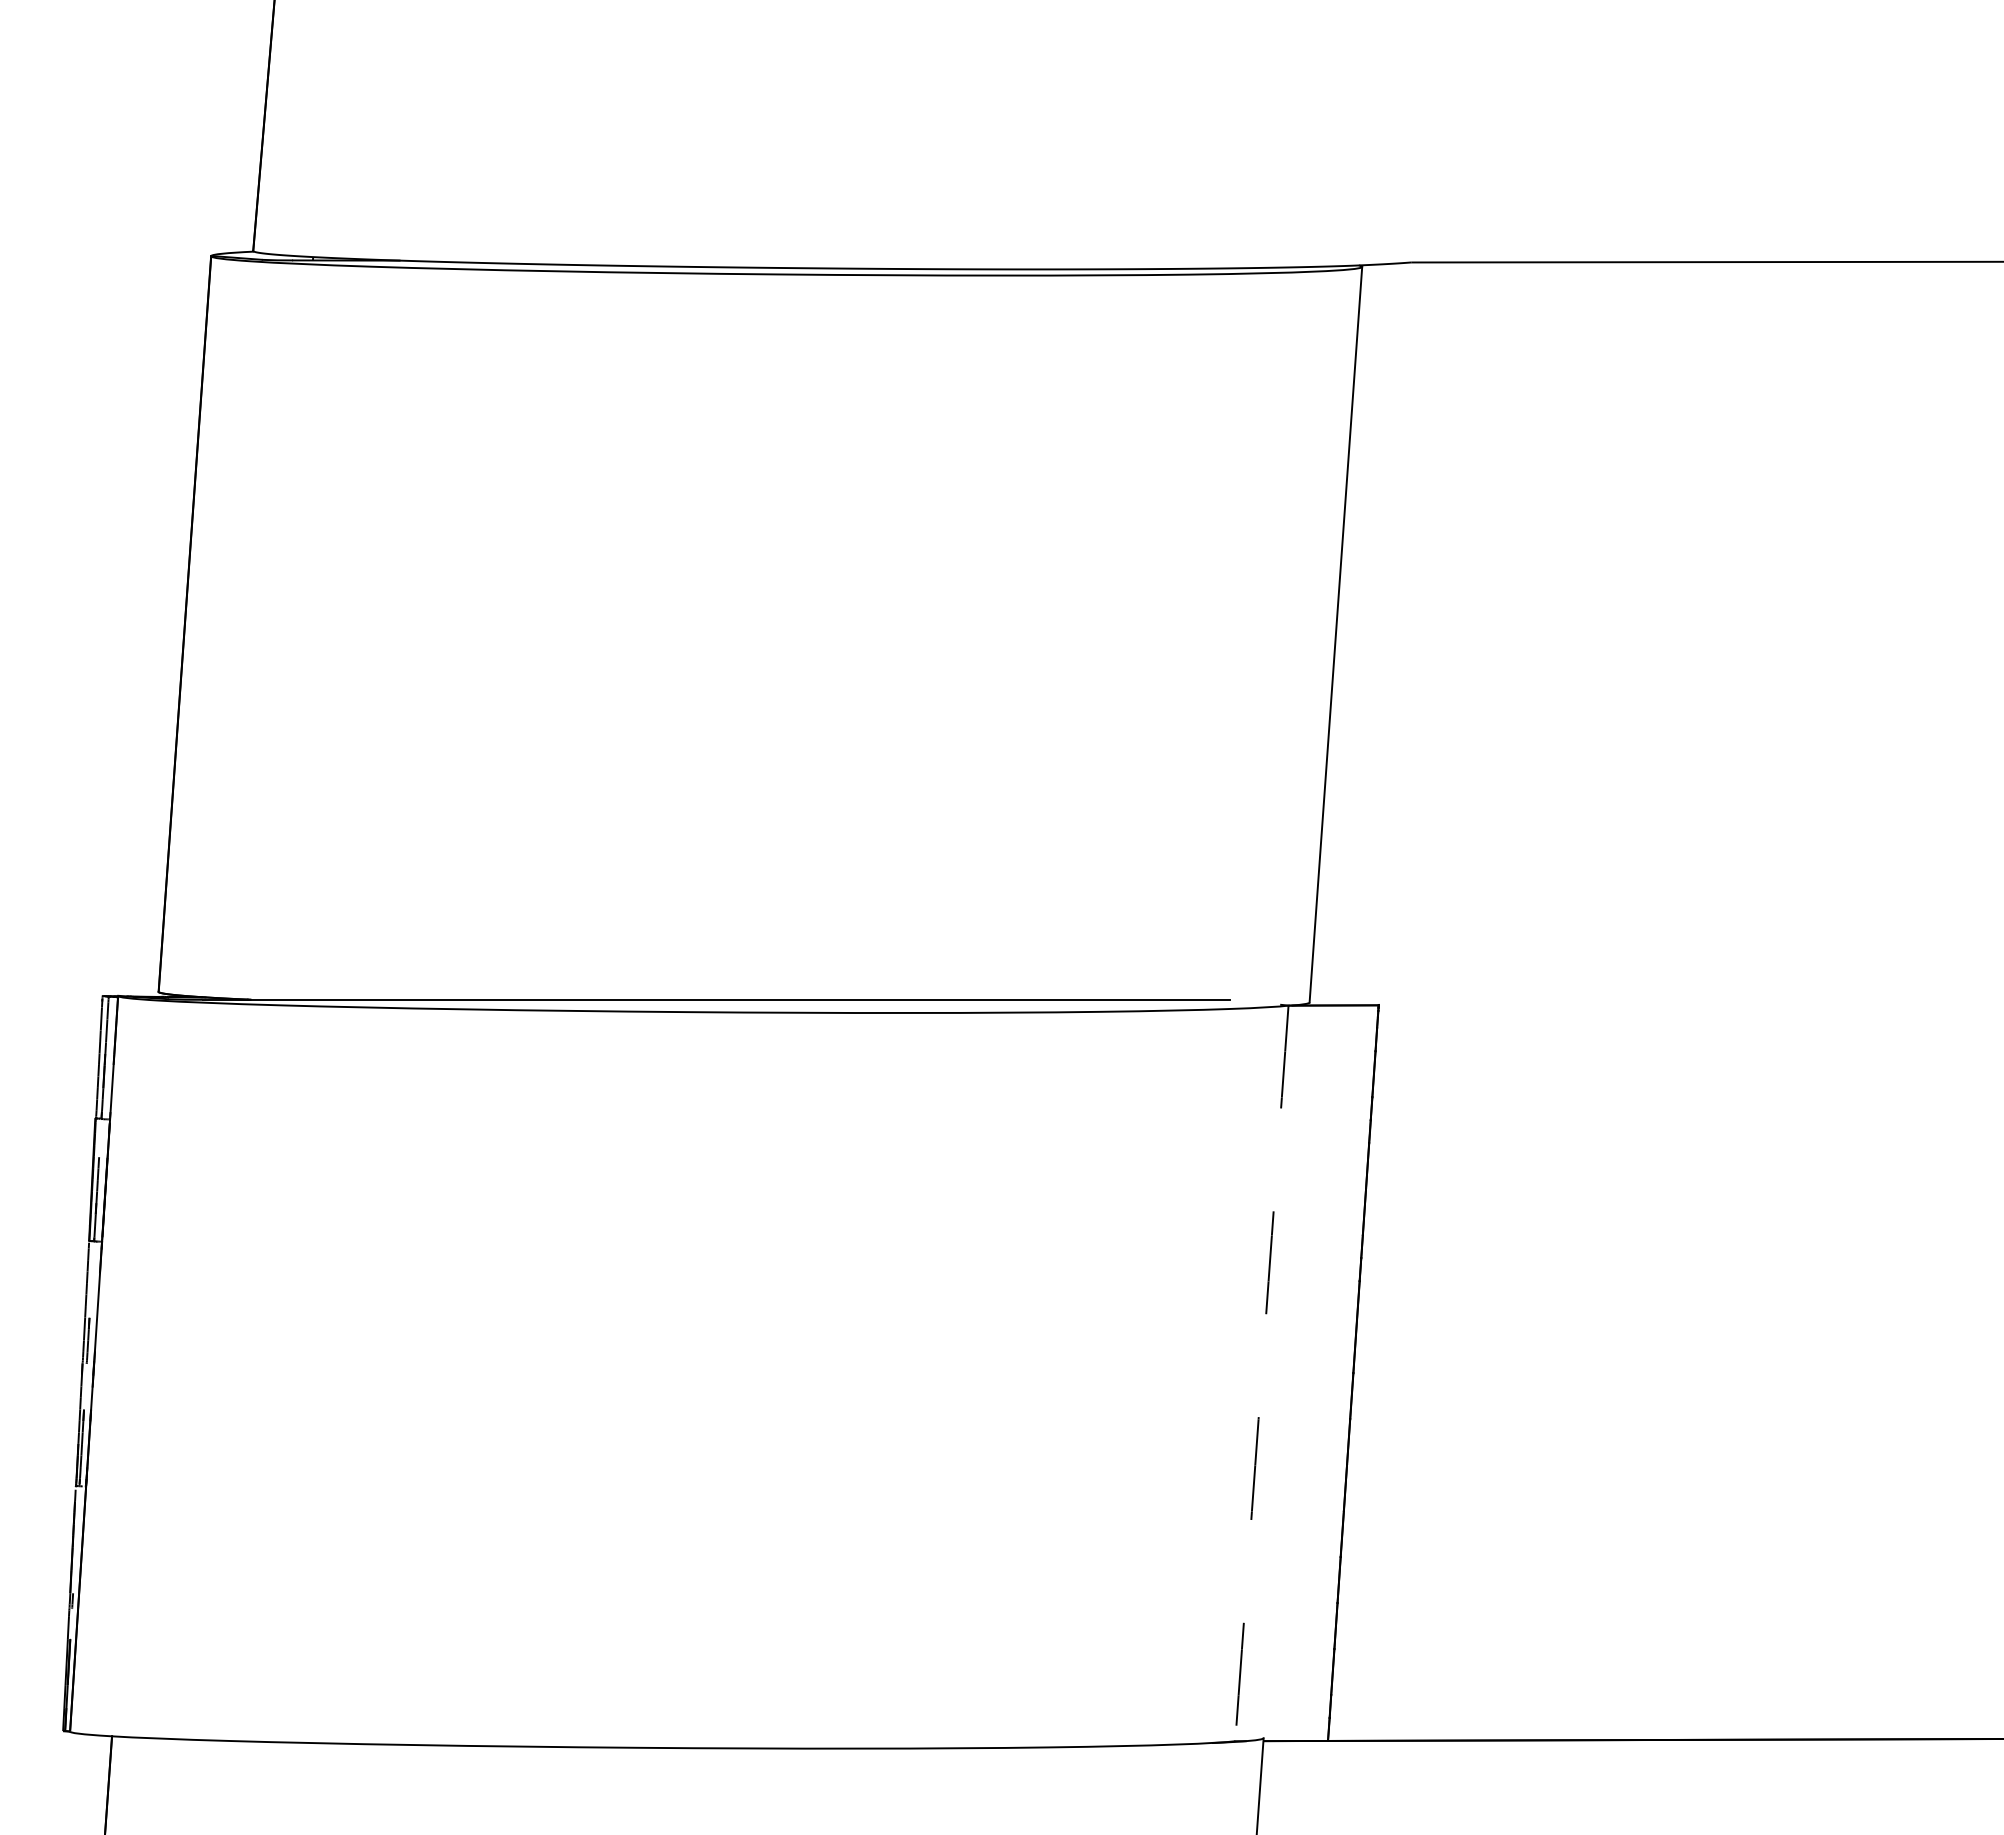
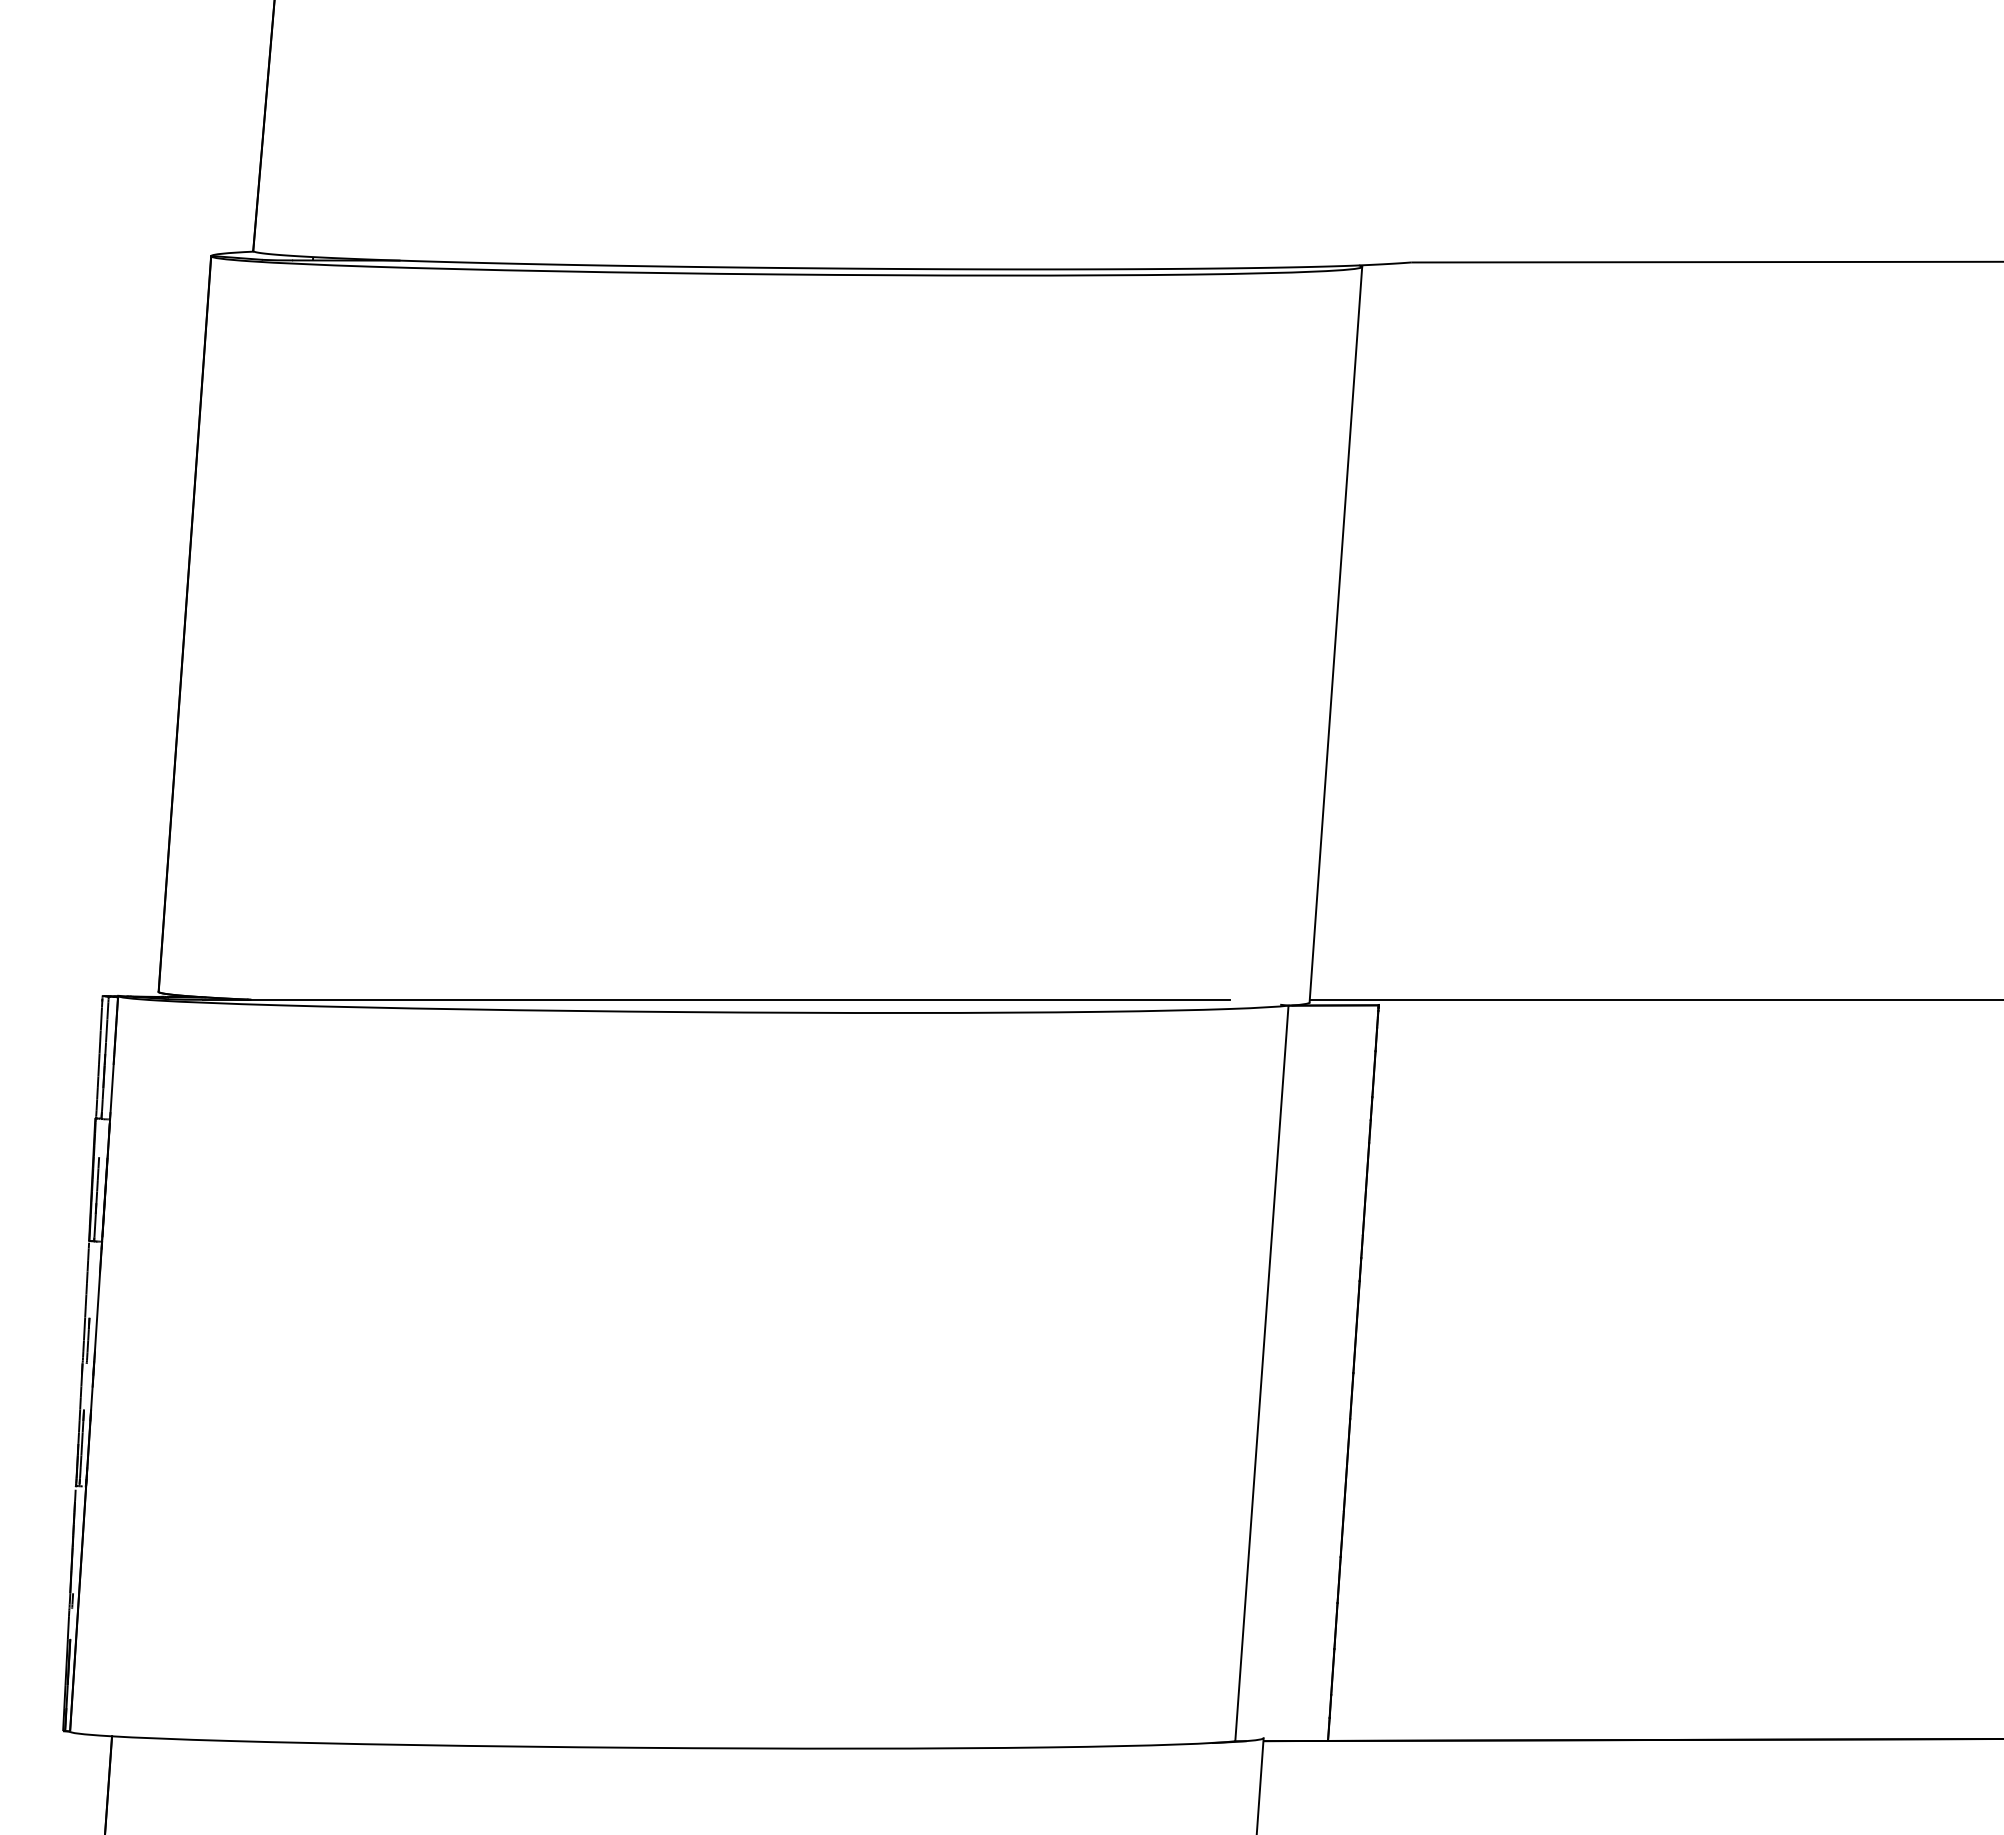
line at (1654, 999): none -> present
arc at (1261, 1373): dashed -> solid
